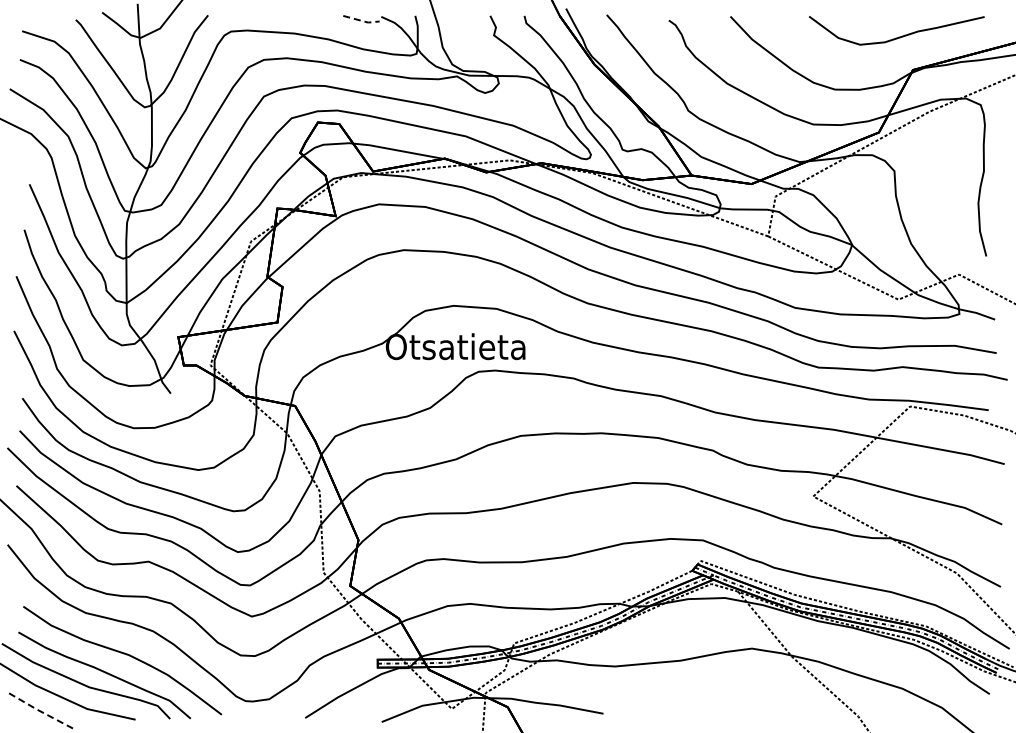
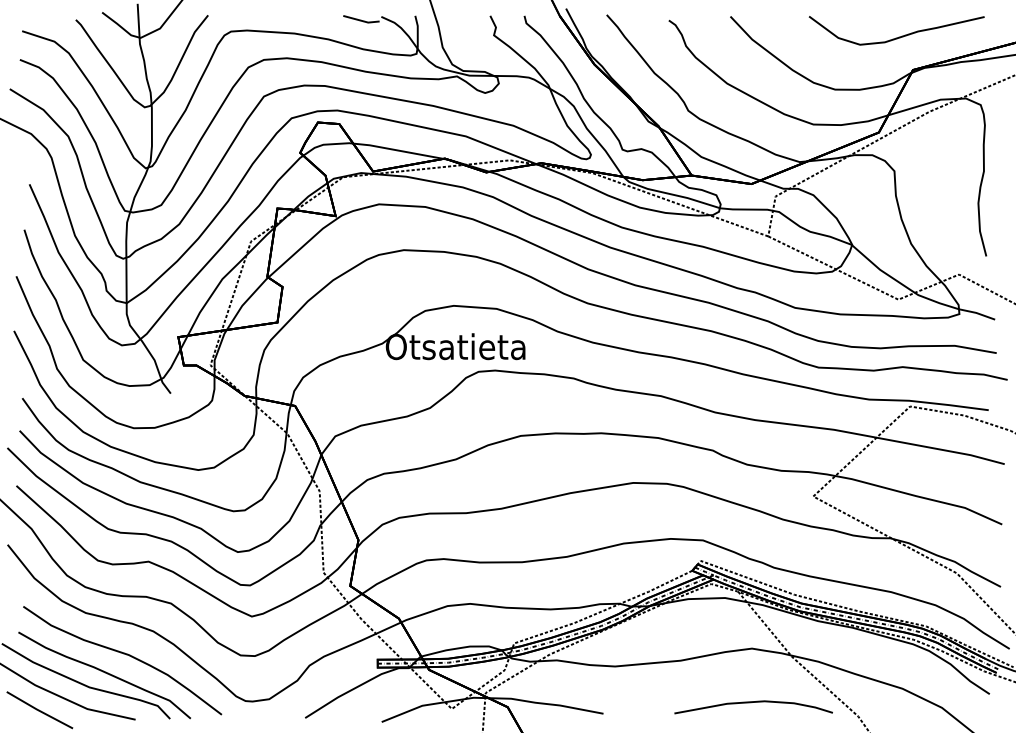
line at (362, 21): dashed -> solid
curve at (751, 703): none -> present
line at (38, 710): dashed -> solid
